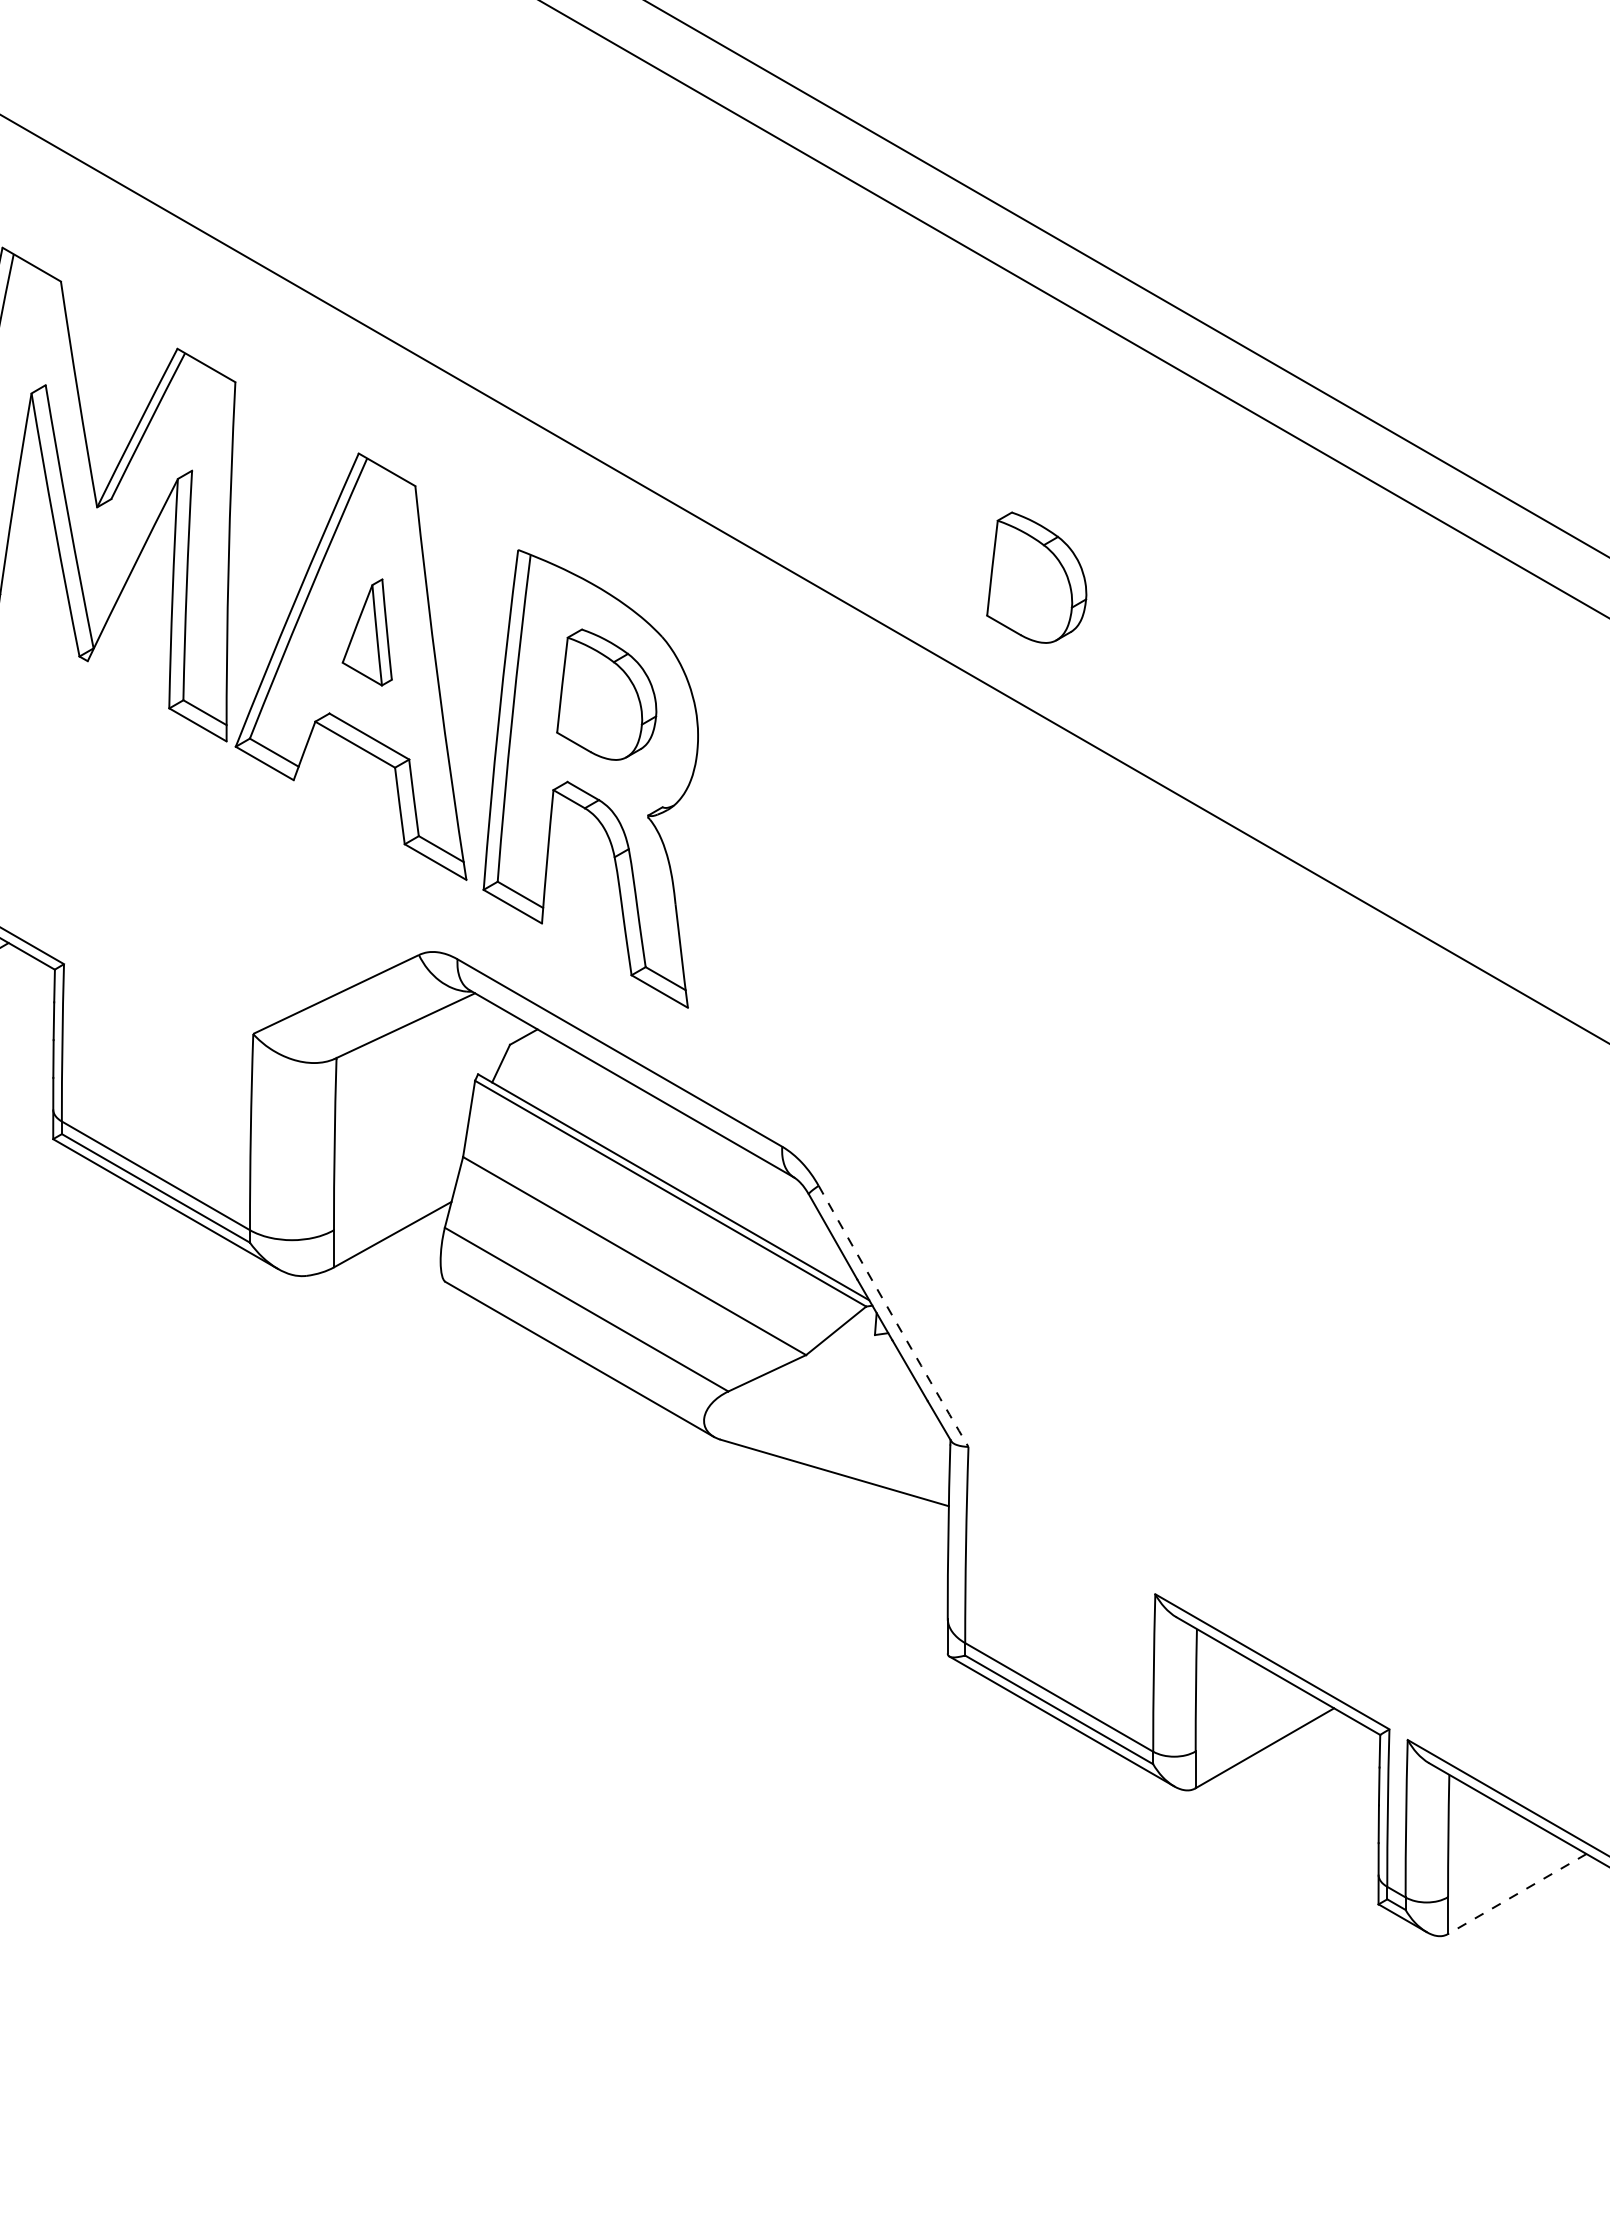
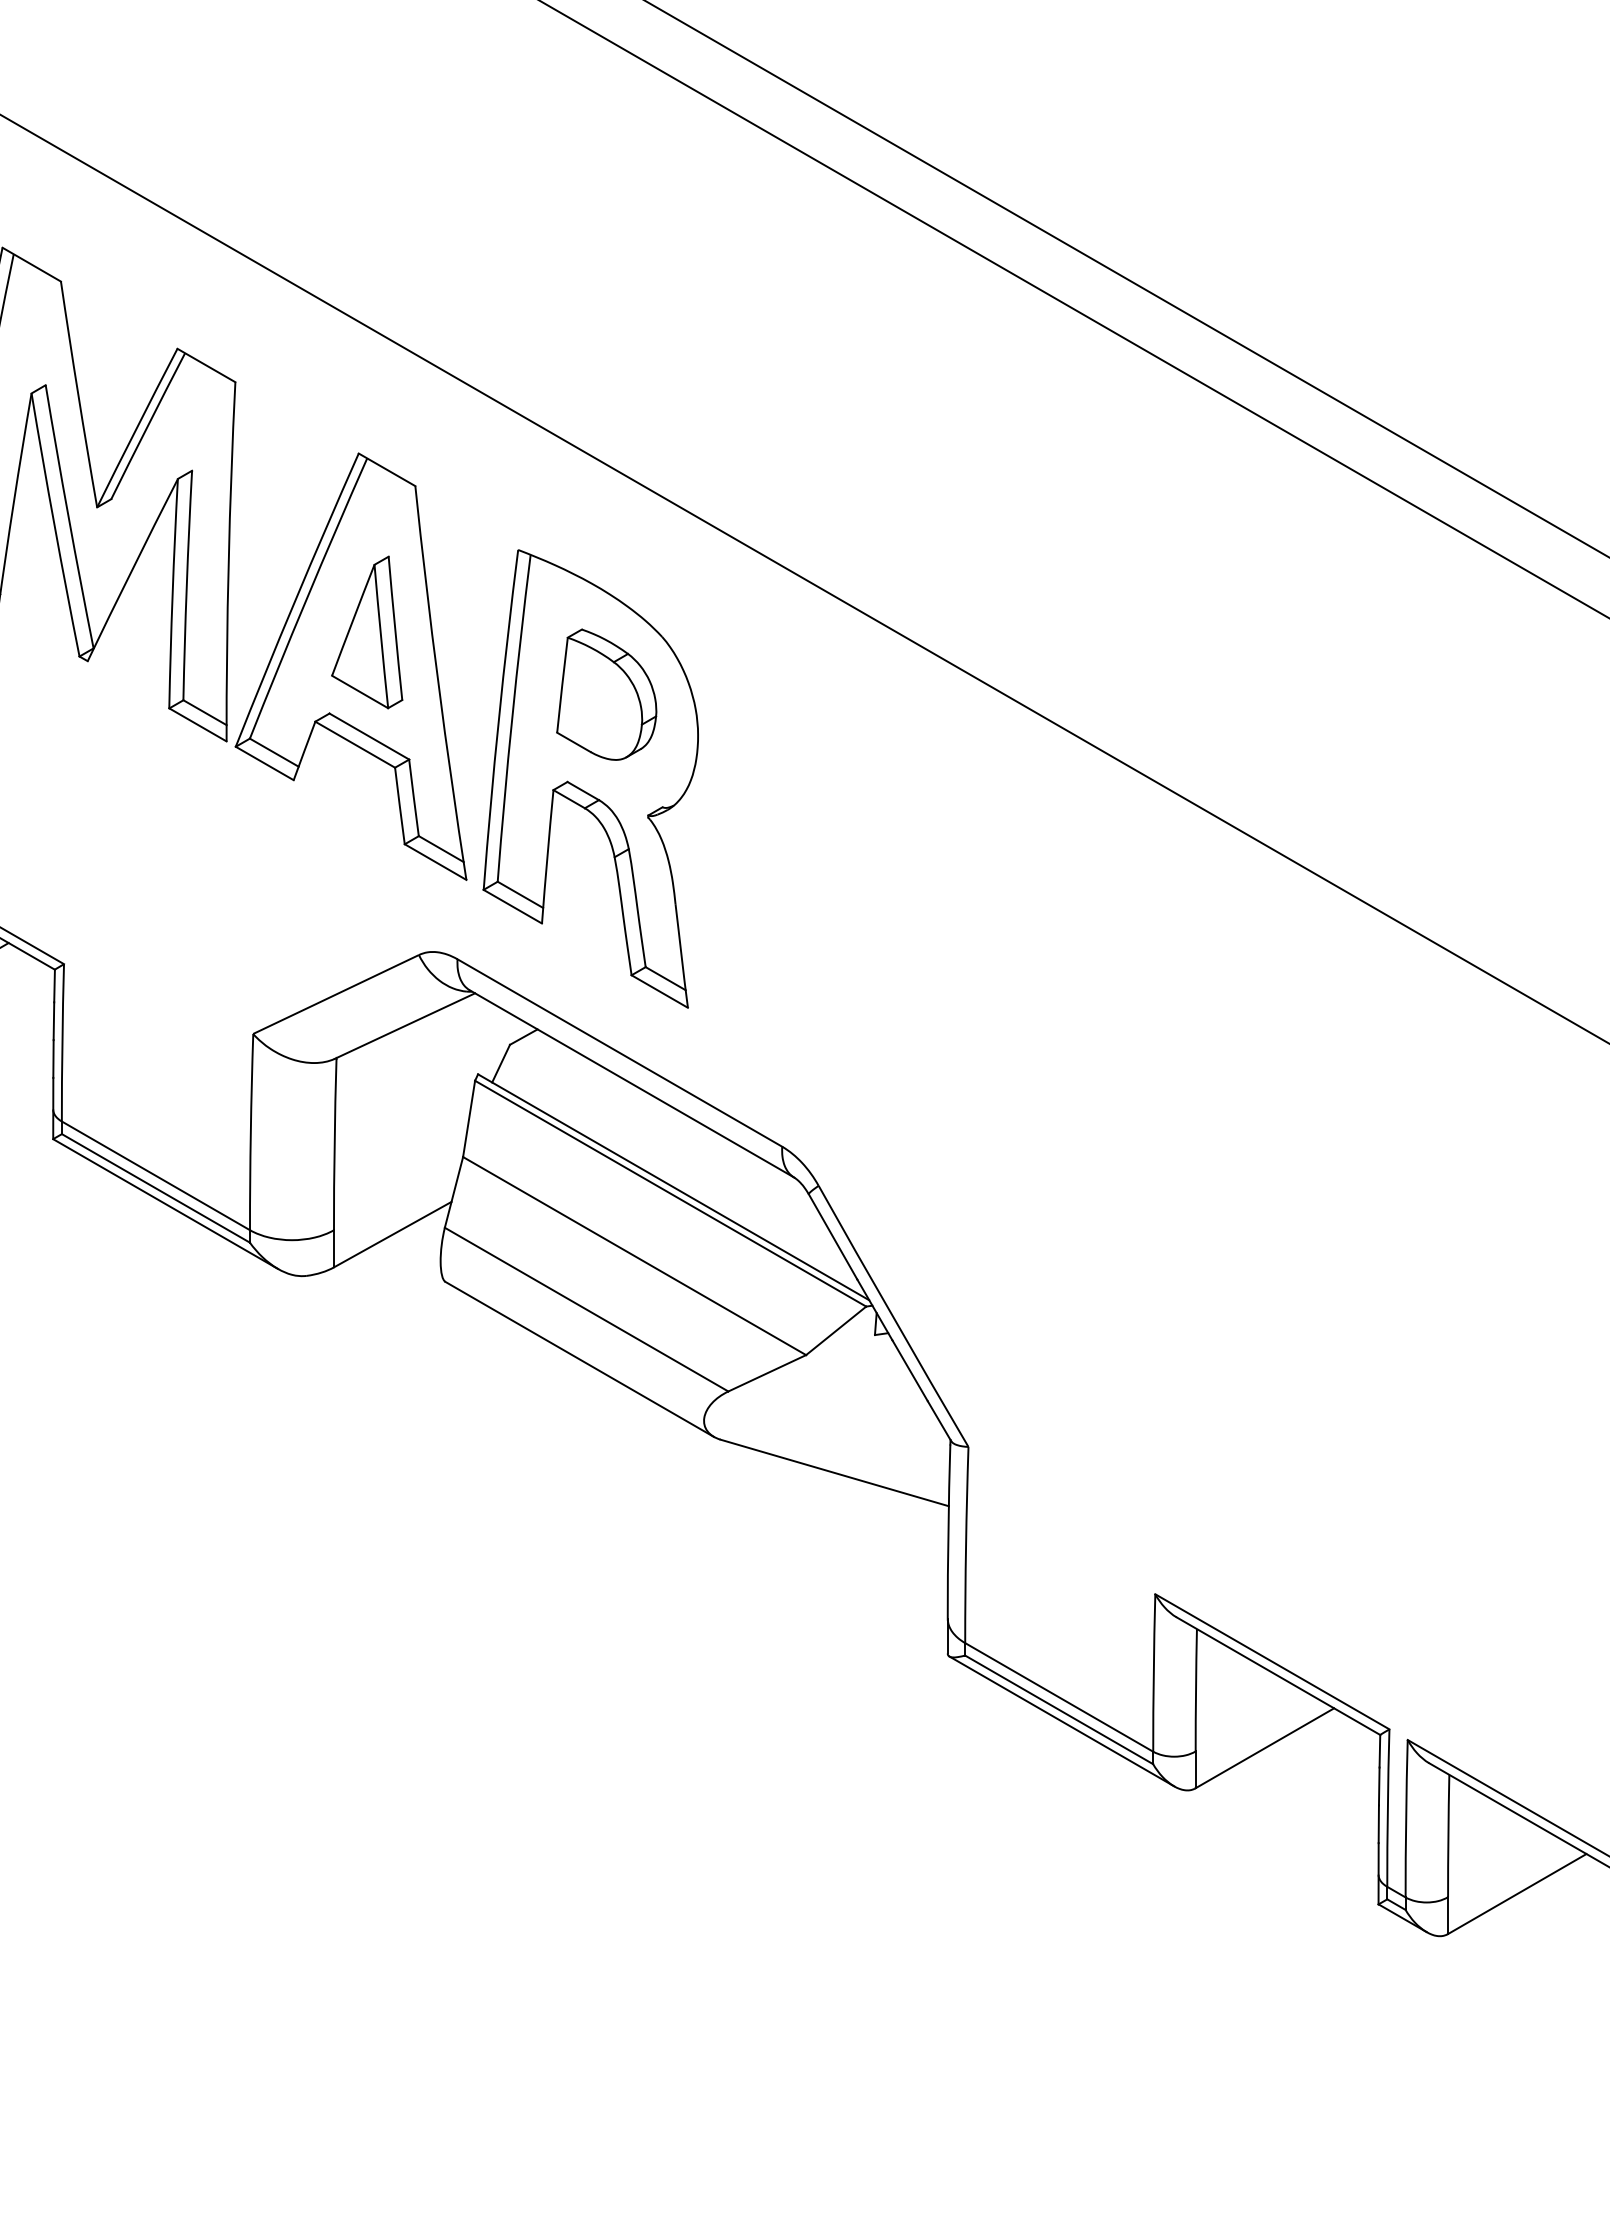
part at (1036, 577): present -> none
part at (366, 632) size: 52x109 px -> 73x155 px
arc at (892, 1316): dashed -> solid
line at (1517, 1894): dashed -> solid
